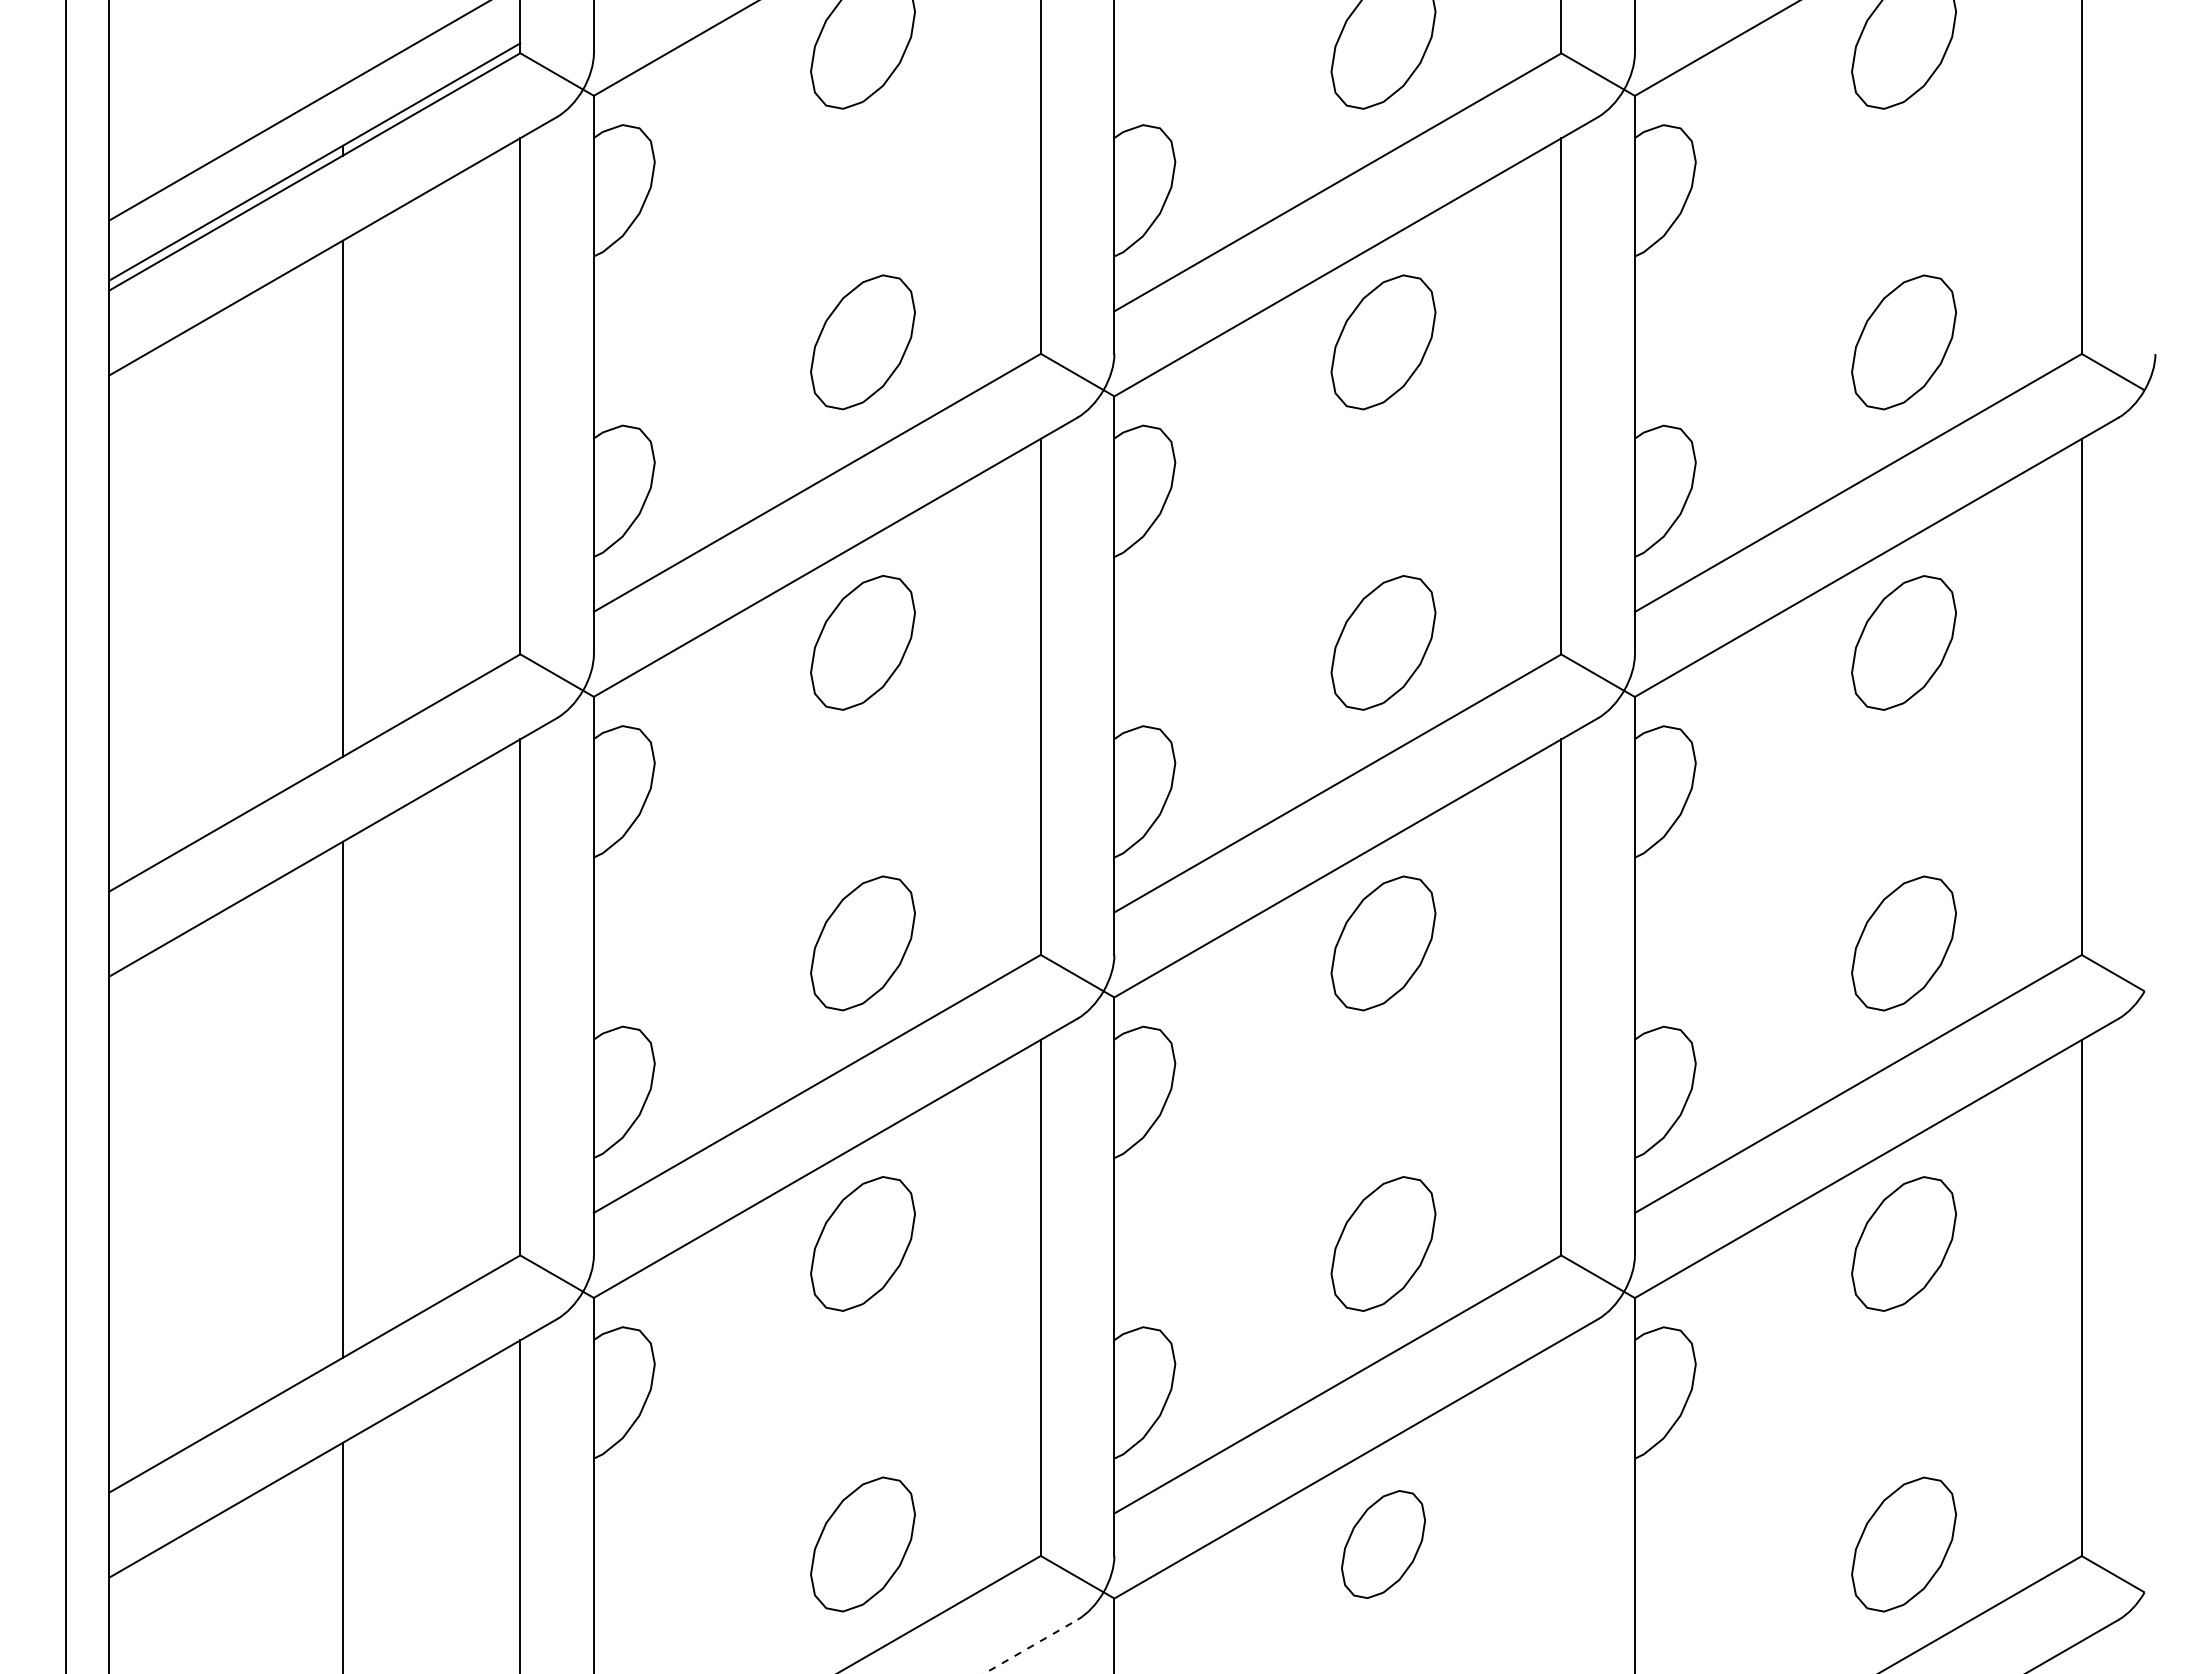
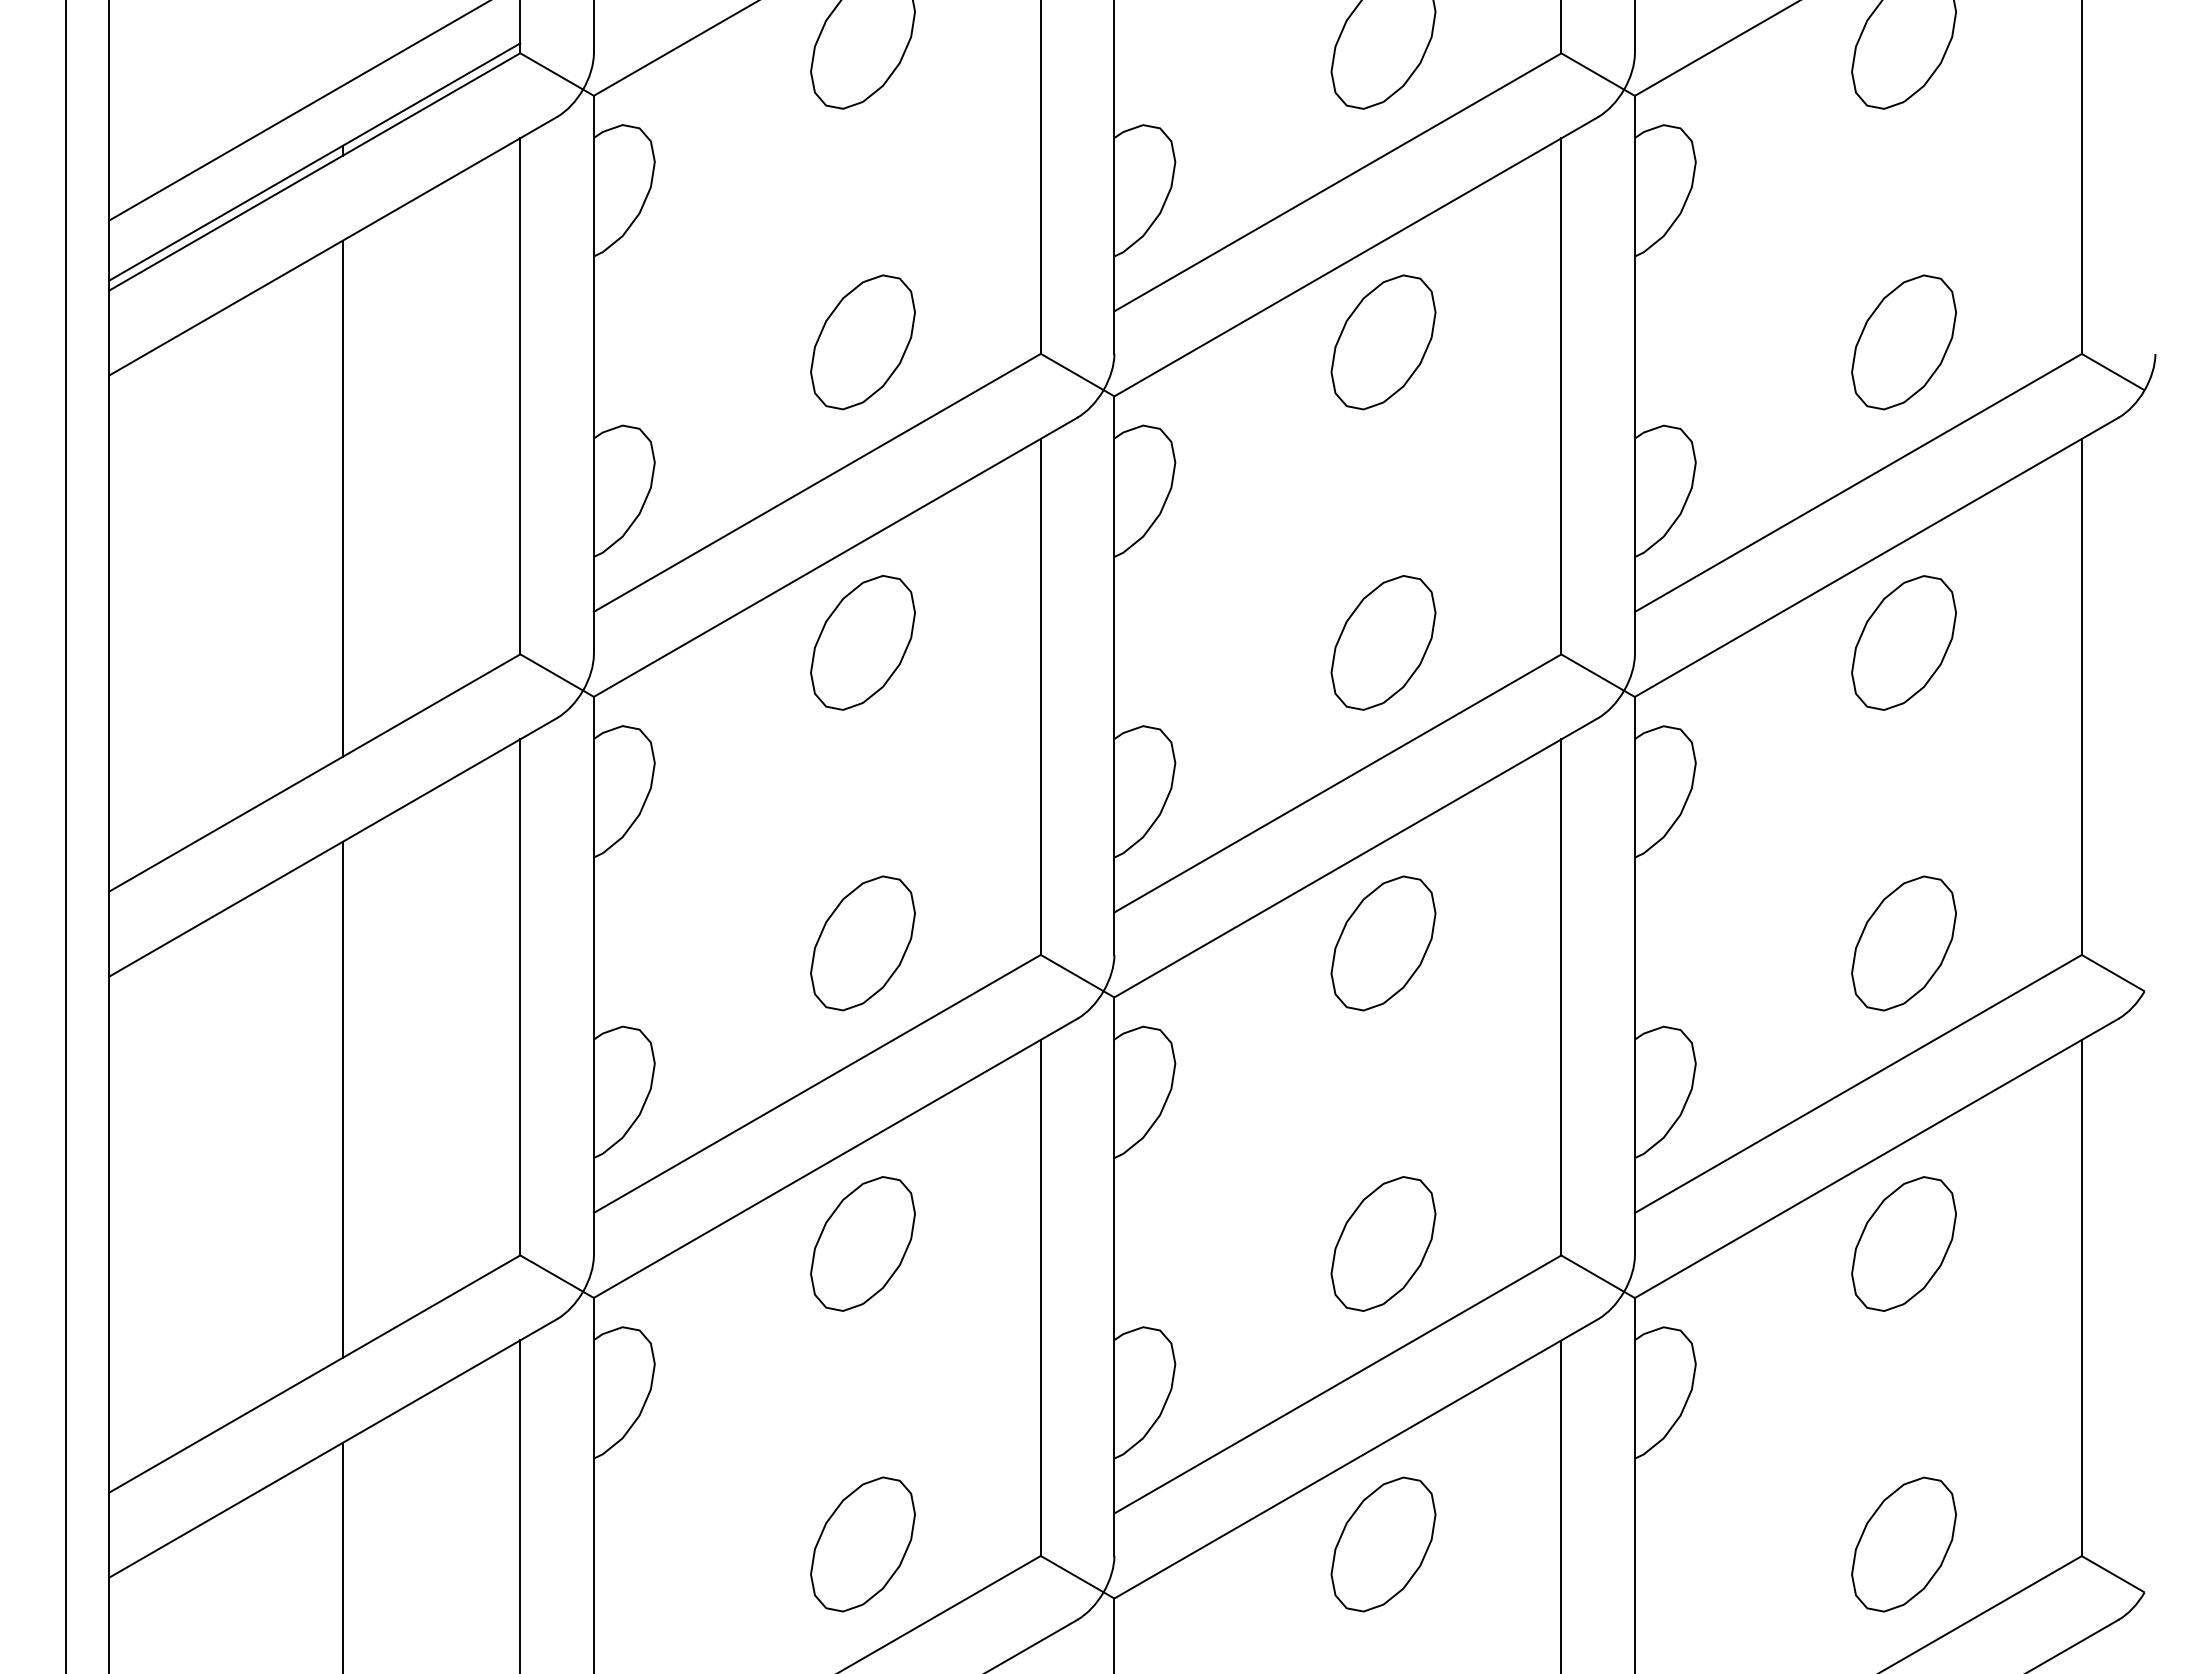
line at (1561, 1505): none -> present
part at (1383, 1544) size: 85x109 px -> 107x137 px
line at (1030, 1646): dashed -> solid
